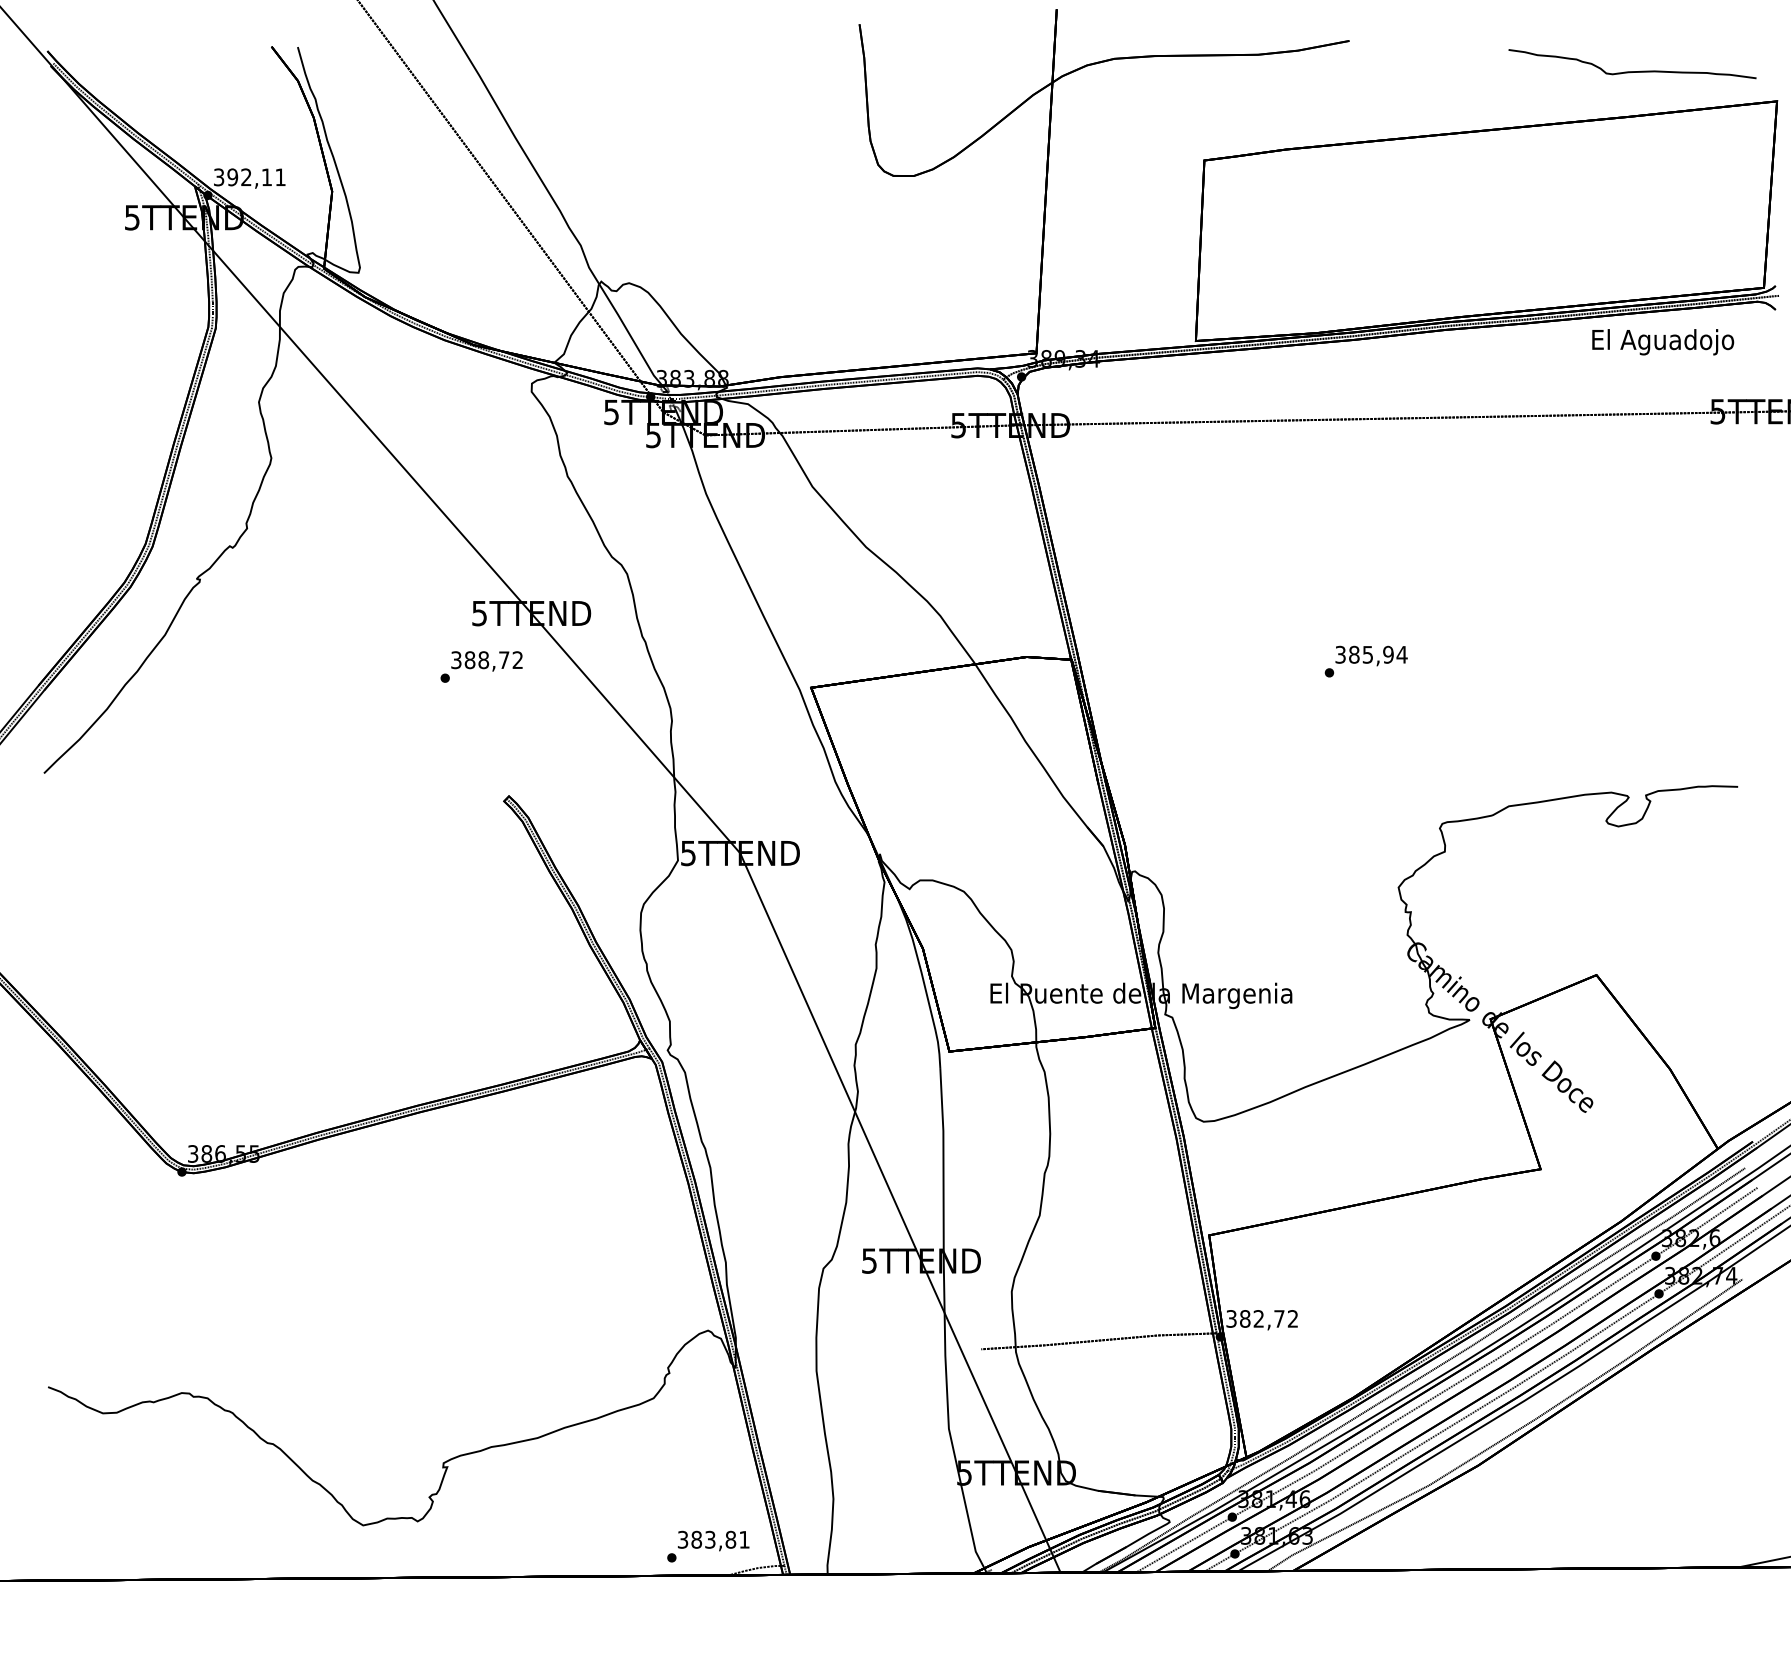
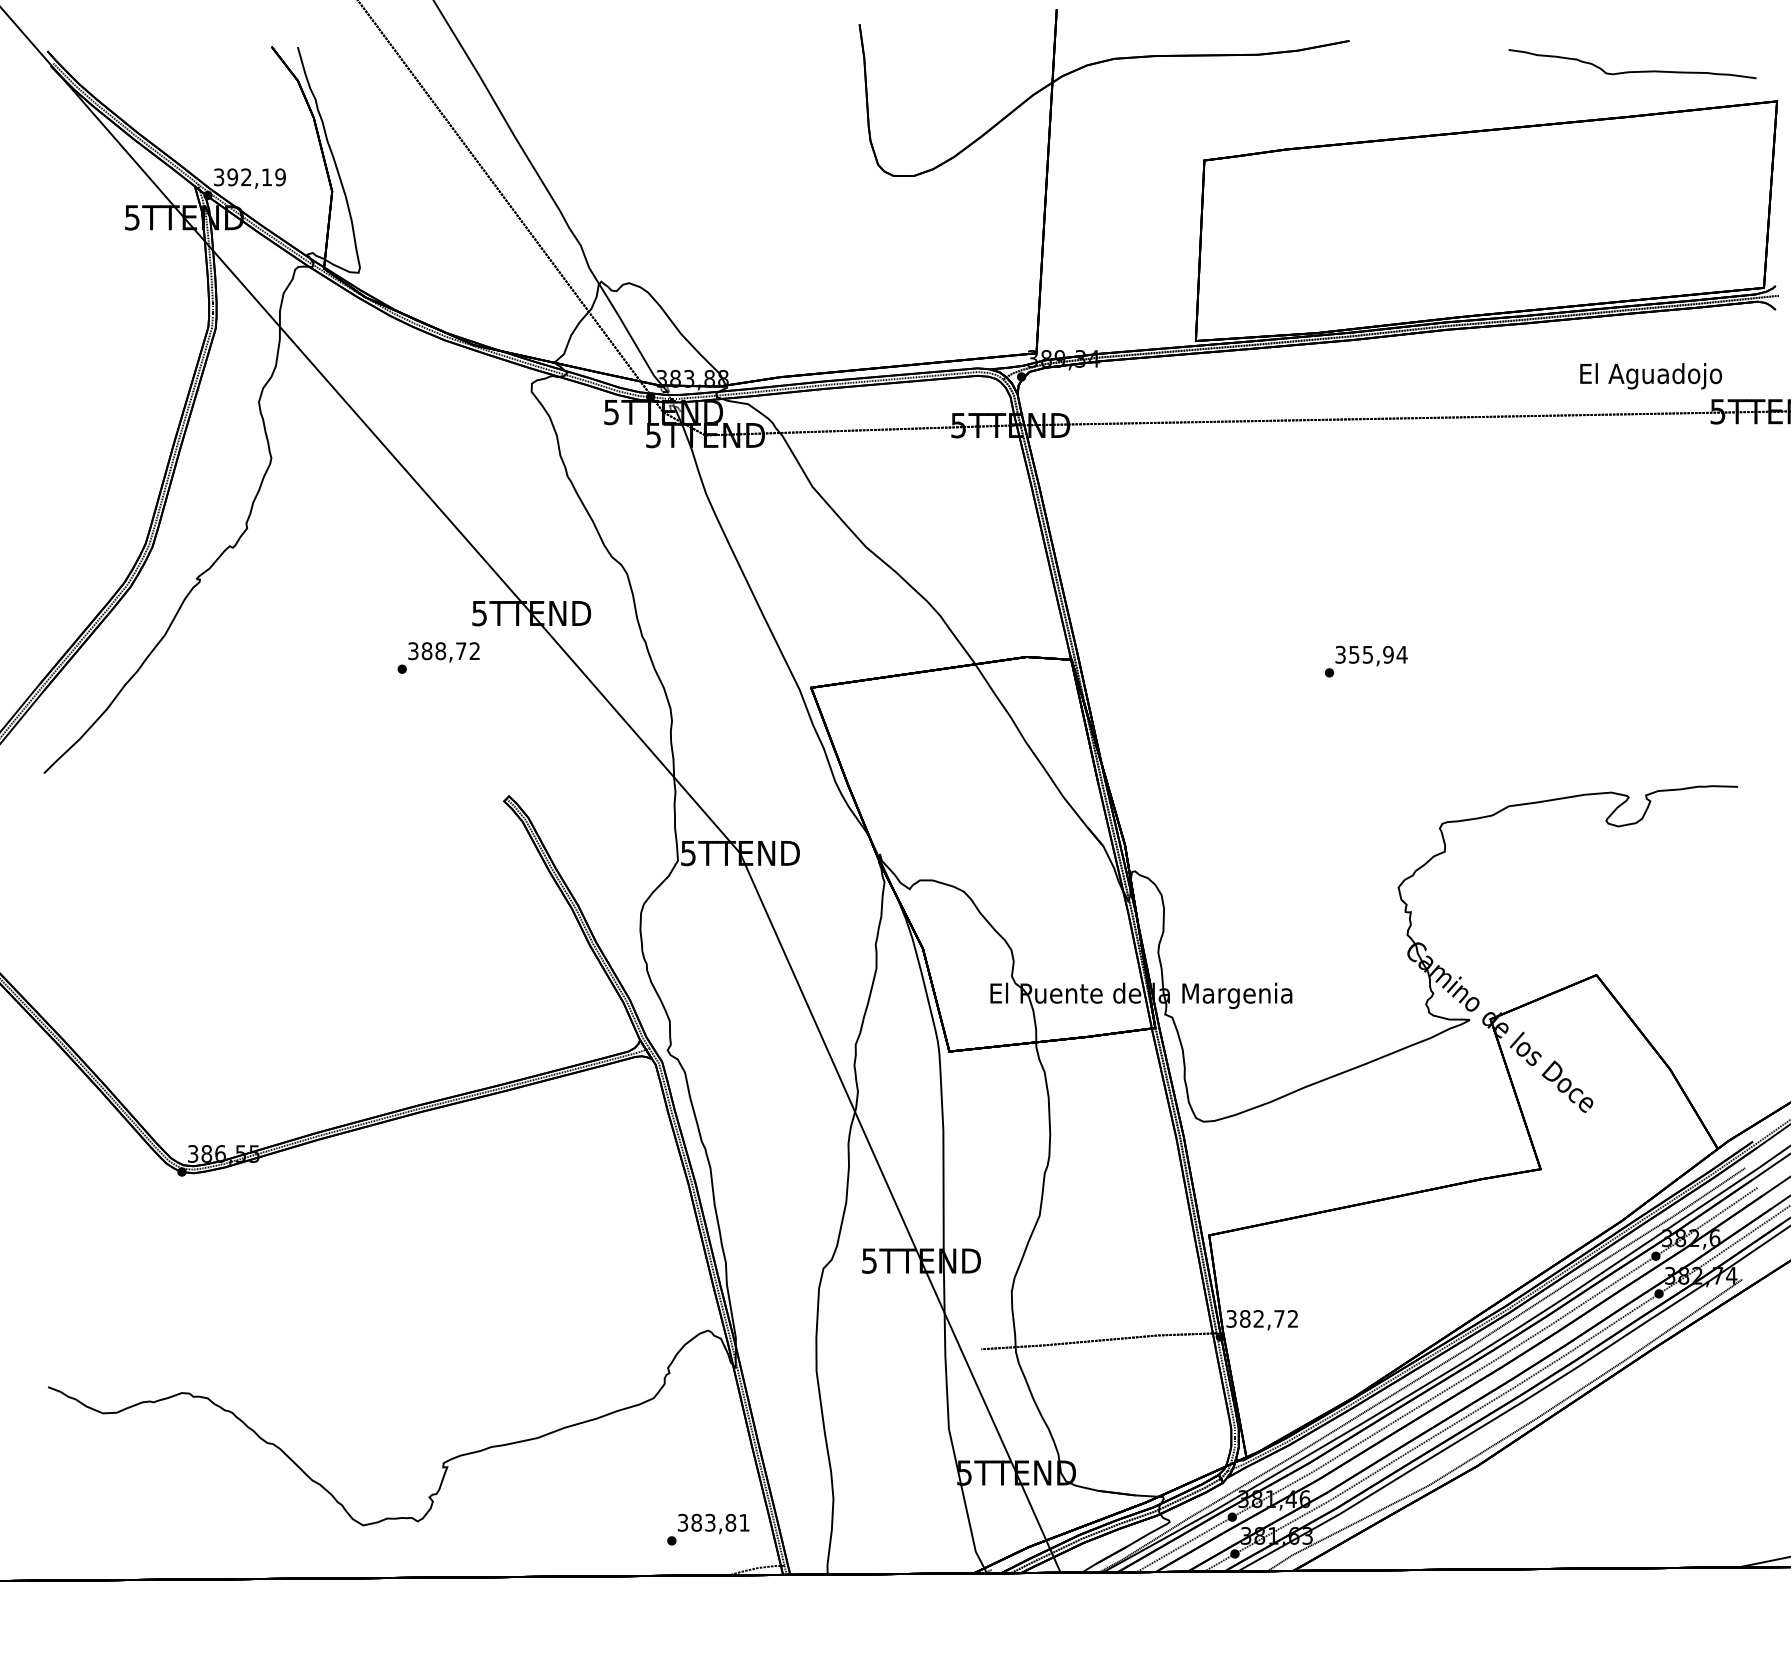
text at (280, 177): 392,11 -> 392,19
text at (1663, 342) position: (1663, 342) -> (1651, 376)
text at (1354, 654): 385,94 -> 355,94
text at (481, 666) position: (481, 666) -> (438, 657)
text at (708, 1546) position: (708, 1546) -> (708, 1529)
